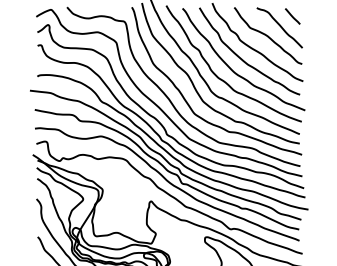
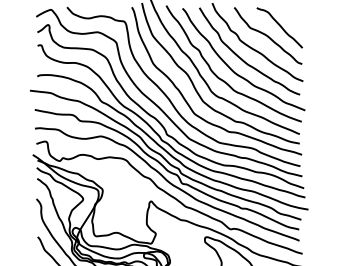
line at (292, 16): present -> none
